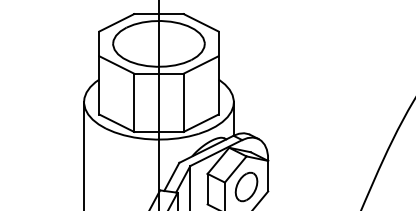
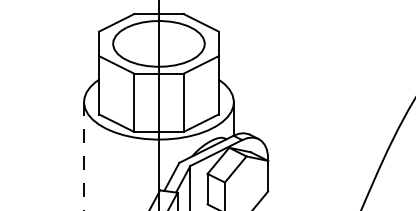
line at (84, 156): solid -> dashed
part at (246, 186): present -> none
